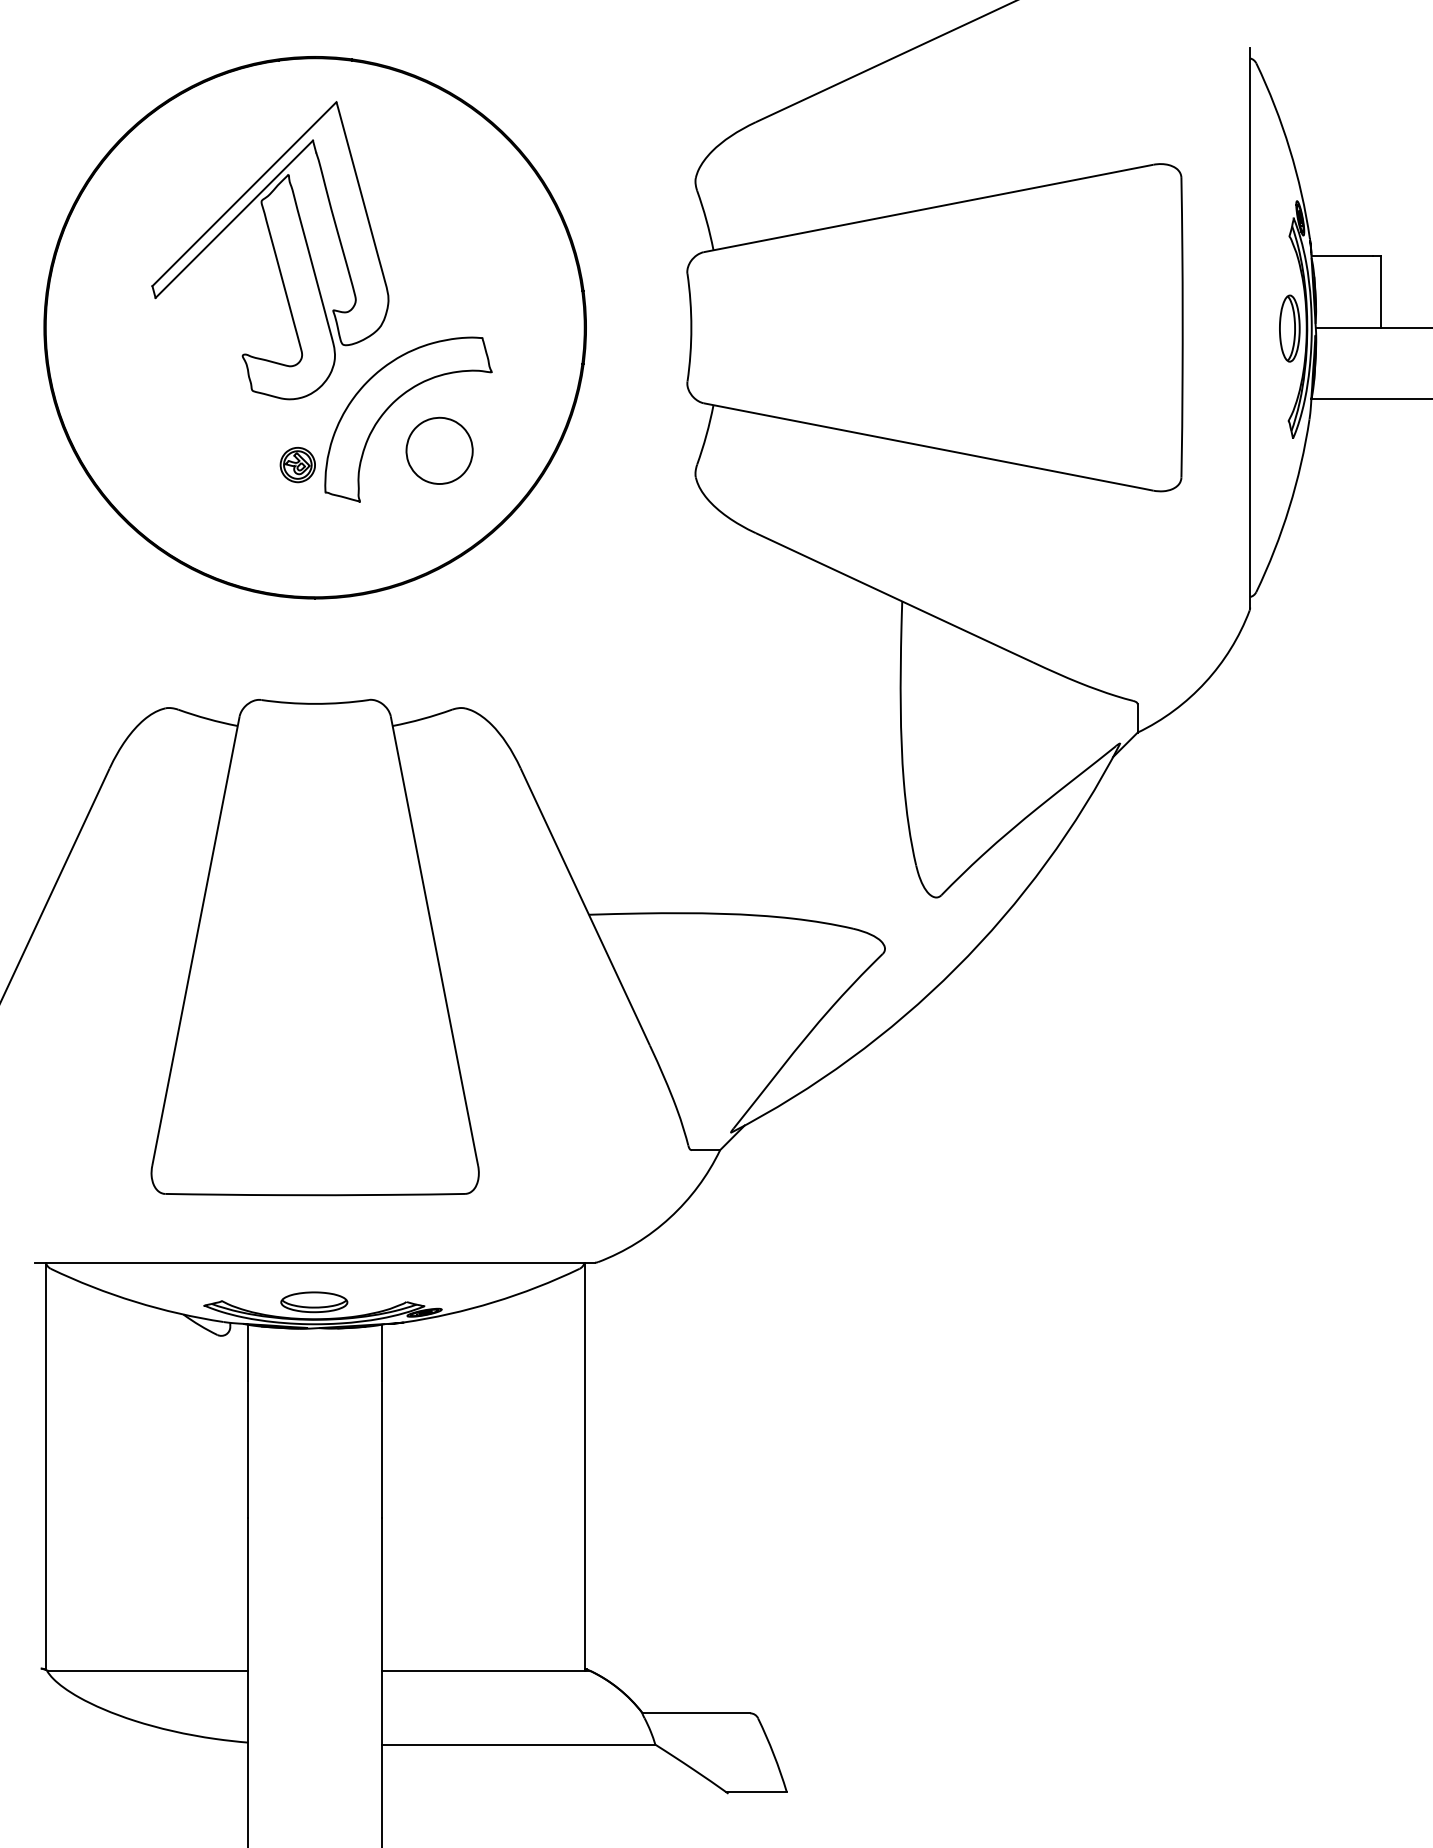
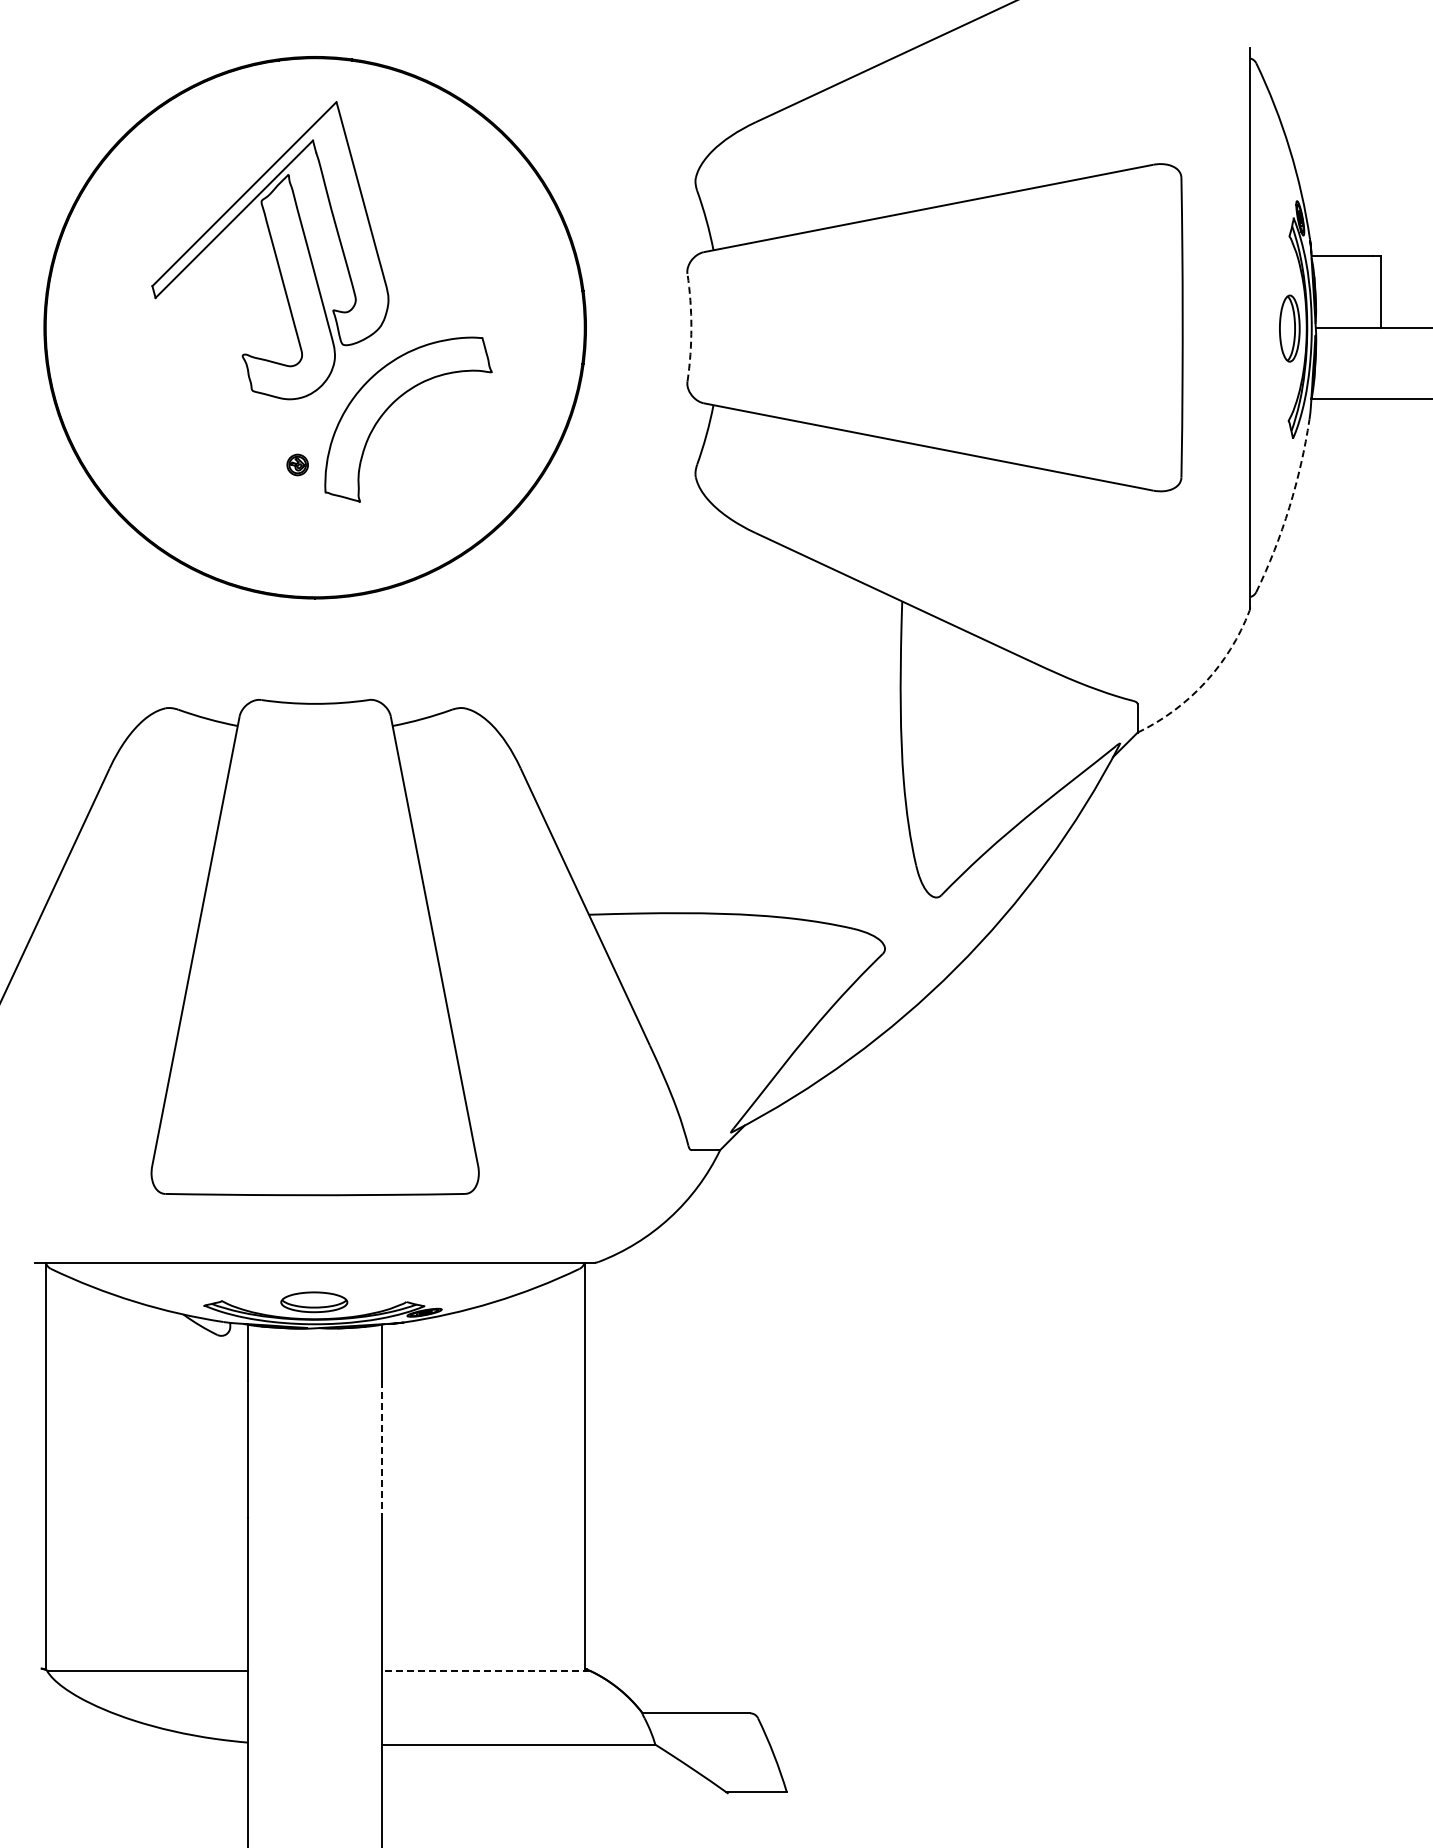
arc at (691, 327): solid -> dashed
part at (439, 450): present -> none
part at (297, 464) size: 37x38 px -> 23x24 px
arc at (1289, 507): solid -> dashed
arc at (1205, 682): solid -> dashed
line at (382, 1449): solid -> dashed
line at (485, 1671): solid -> dashed
